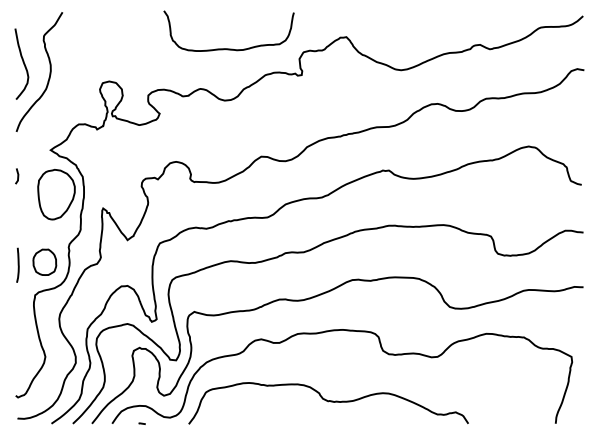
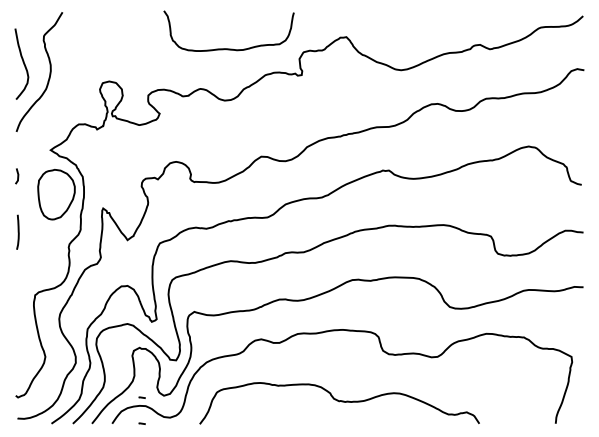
part at (44, 261): present -> none
line at (17, 264) position: (17, 264) -> (17, 231)
line at (141, 397): none -> present
curve at (328, 402) position: (328, 402) -> (339, 402)
